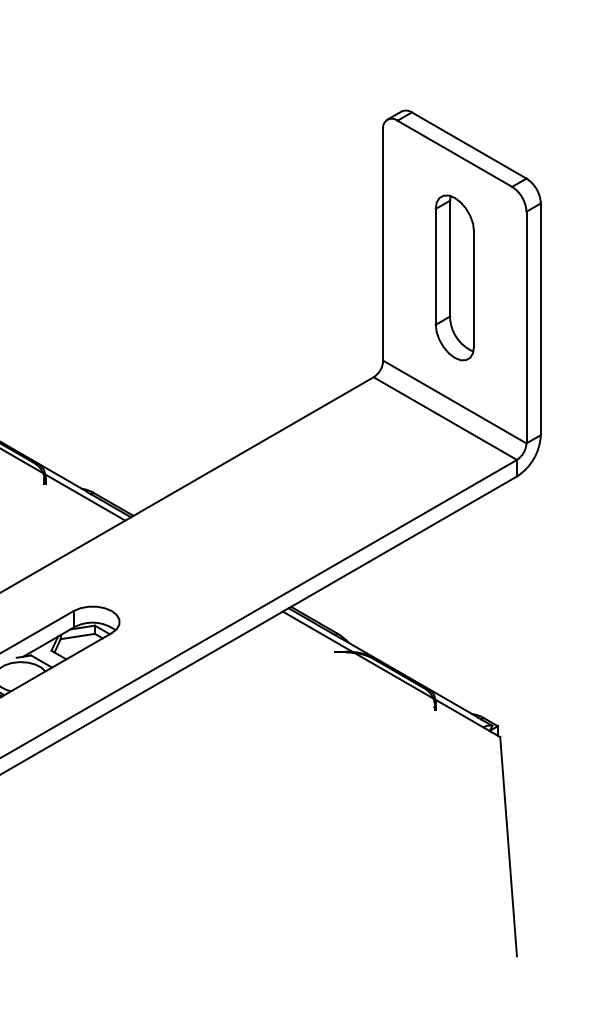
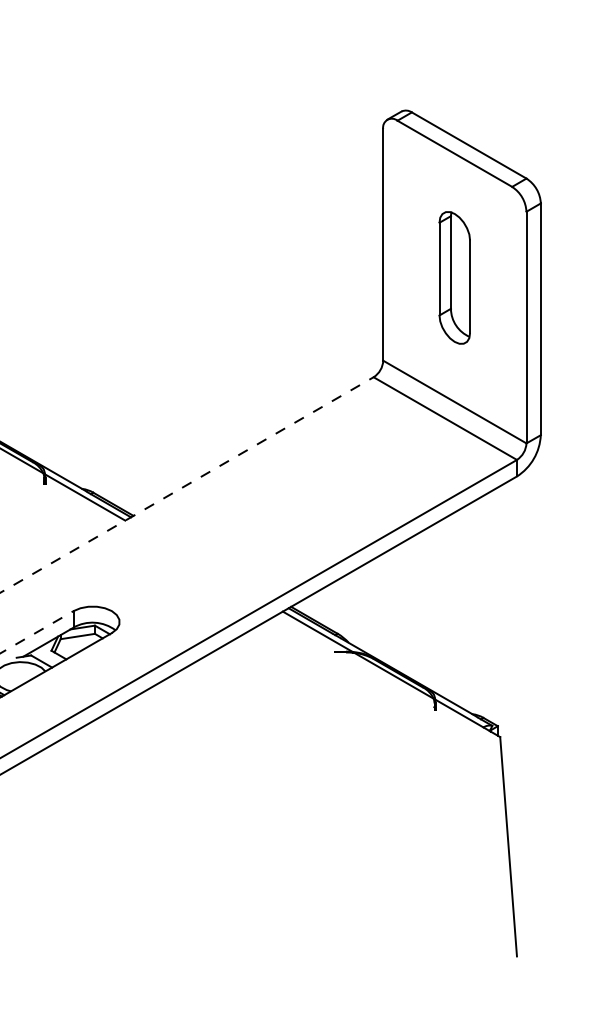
part at (454, 277) size: 41x168 px -> 33x134 px
line at (187, 484): solid -> dashed
line at (37, 632): solid -> dashed
